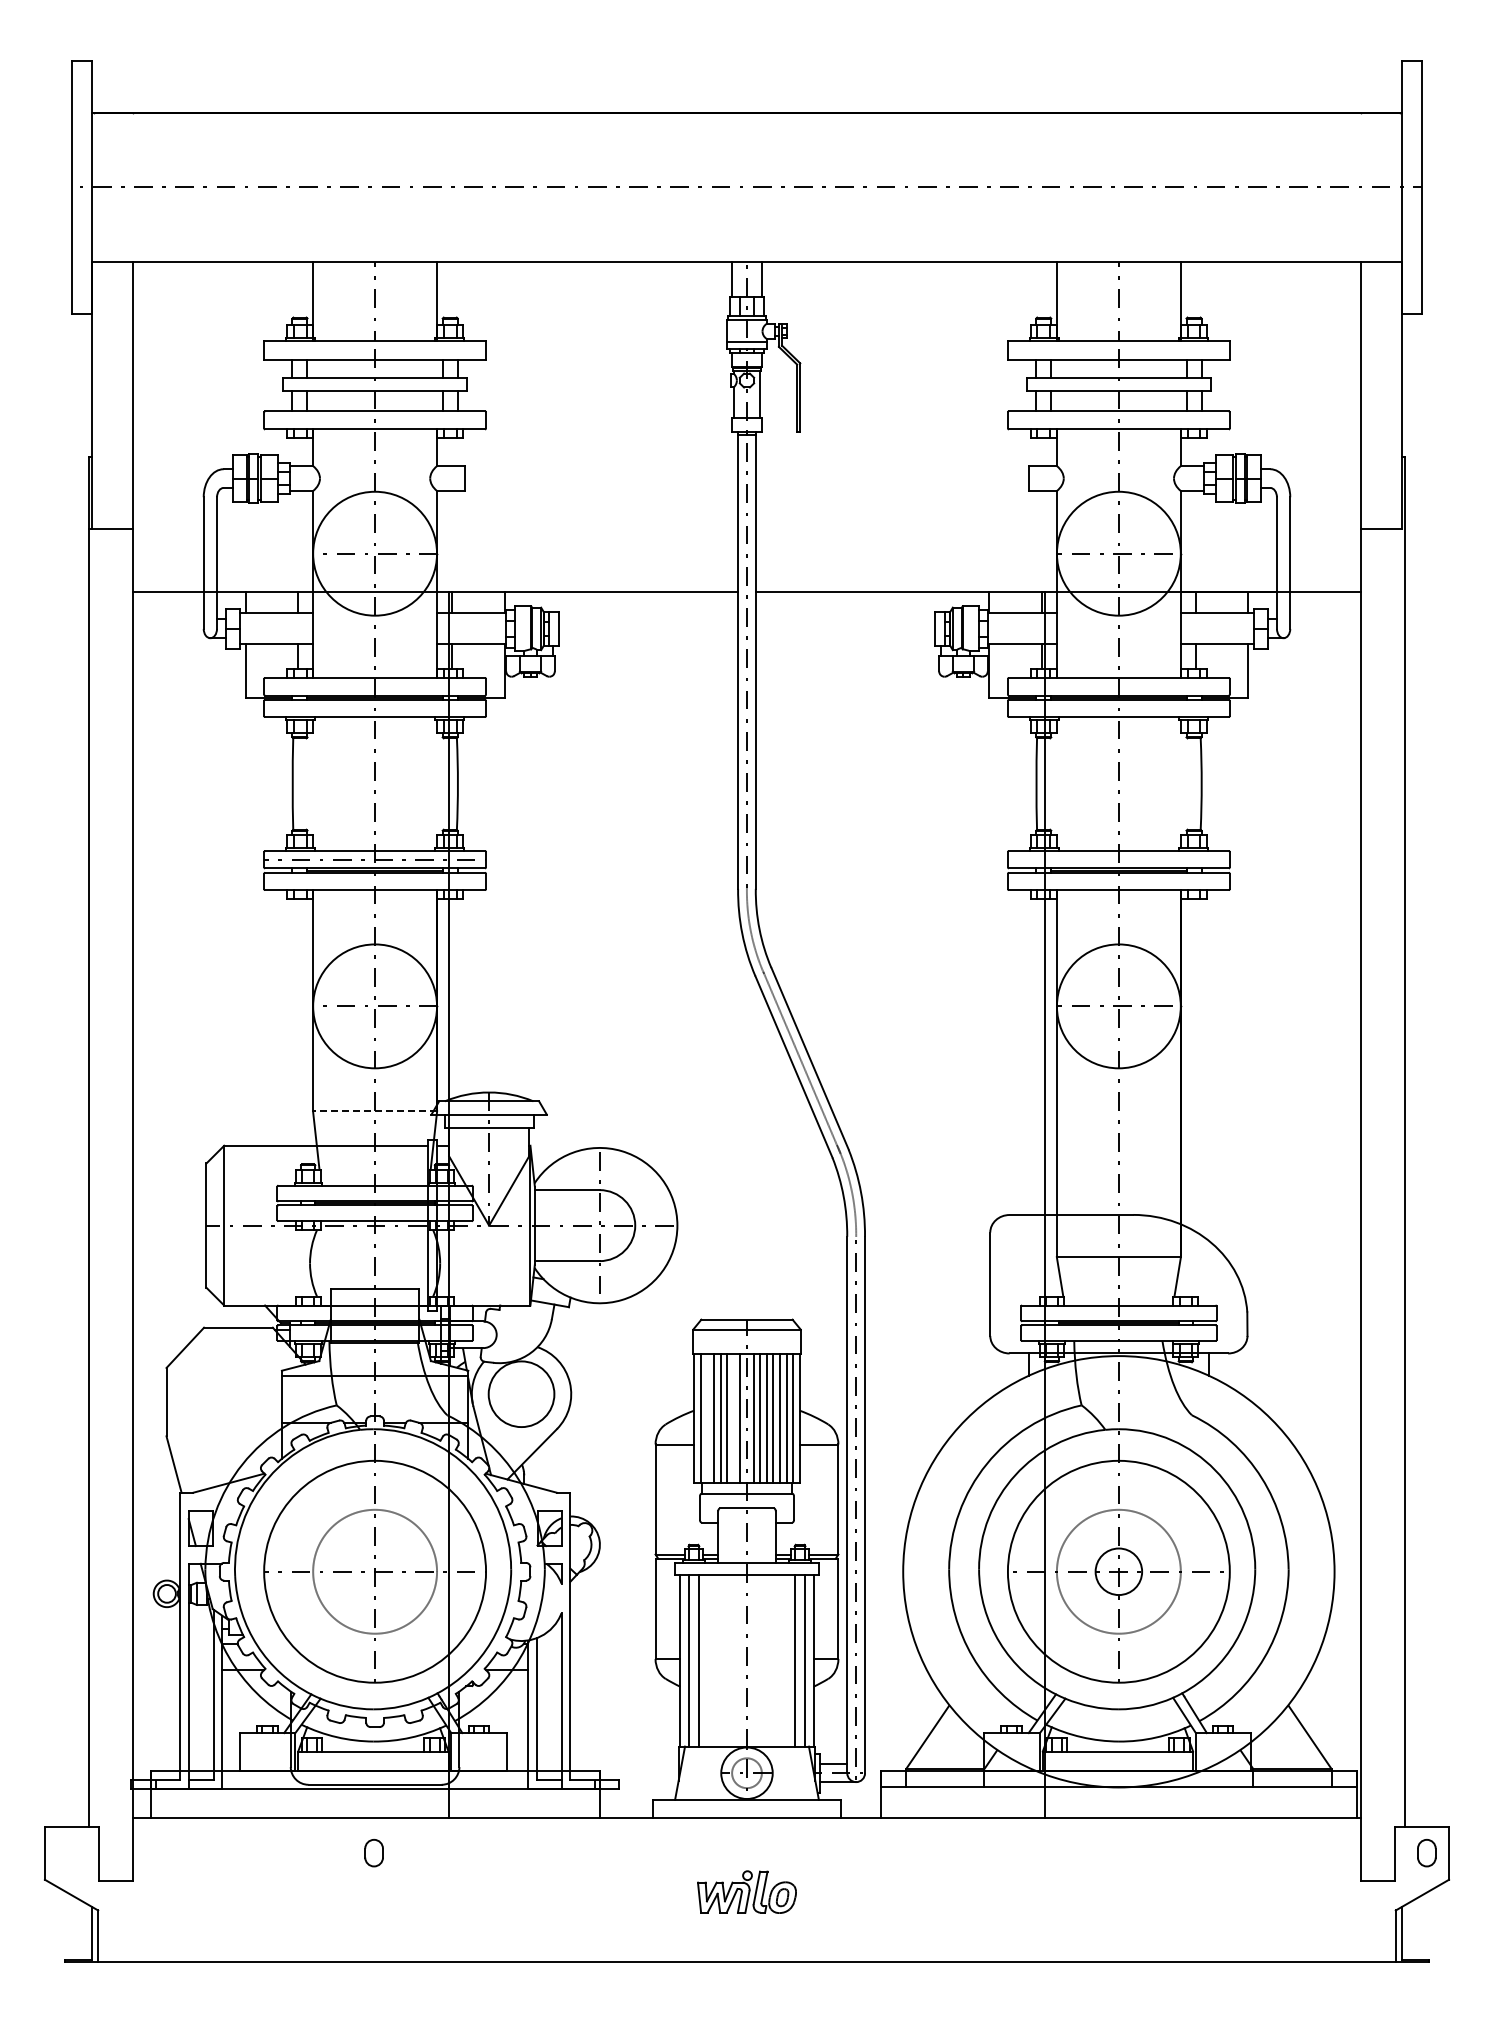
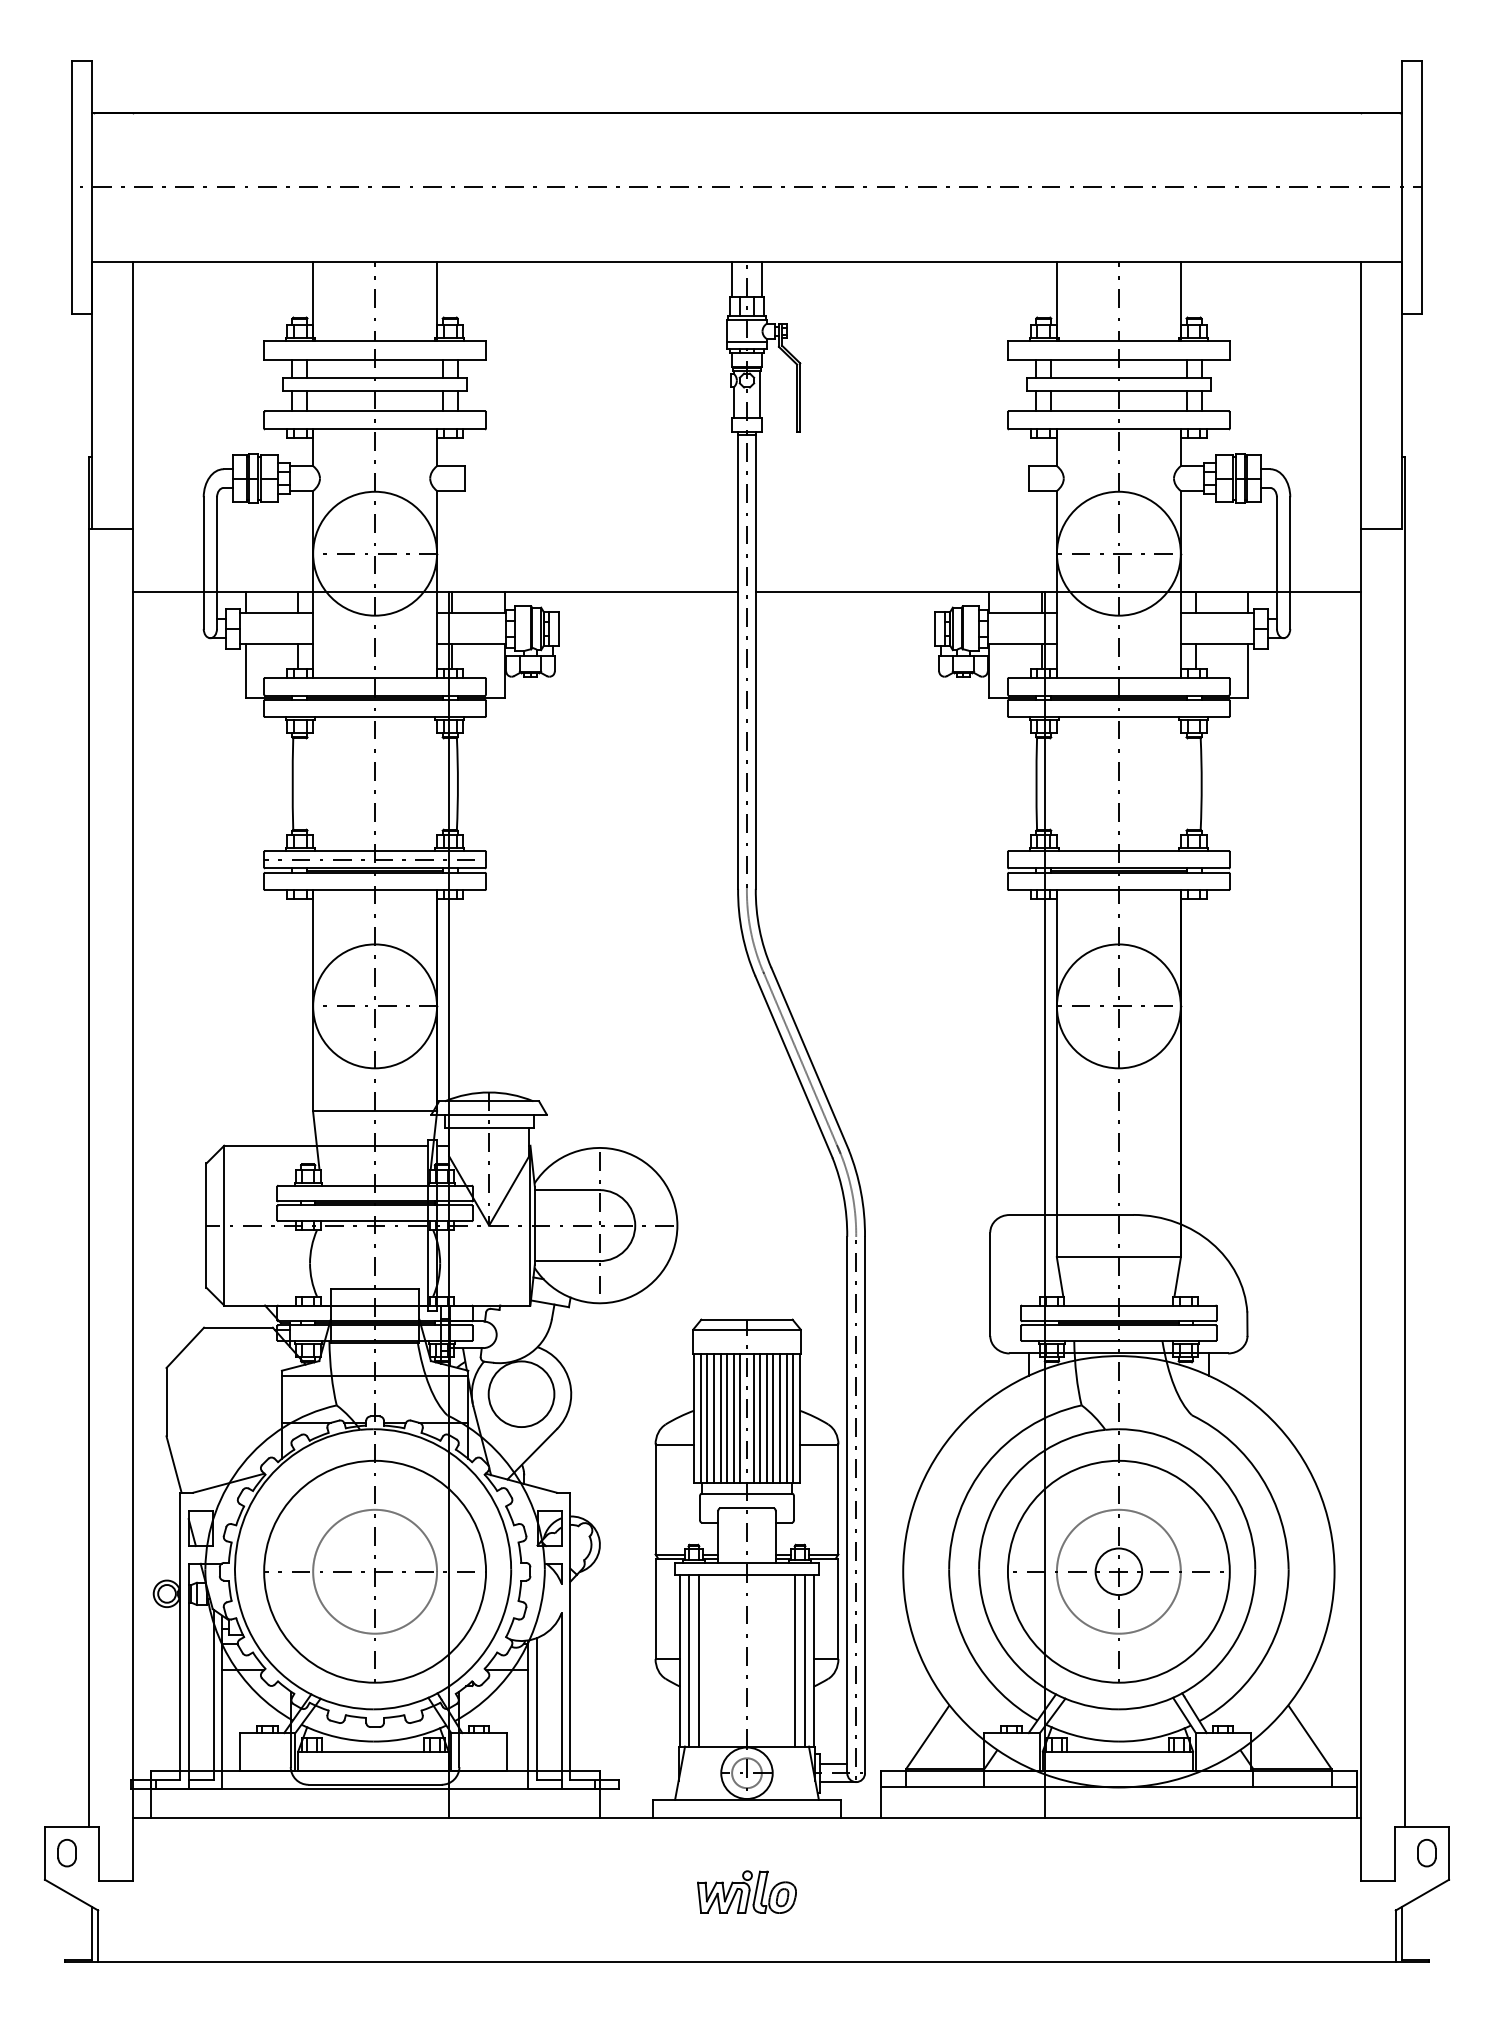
line at (374, 1111): dashed -> solid
line at (707, 1418): none -> present
line at (733, 1418): none -> present
part at (373, 1853) position: (373, 1853) -> (66, 1853)
